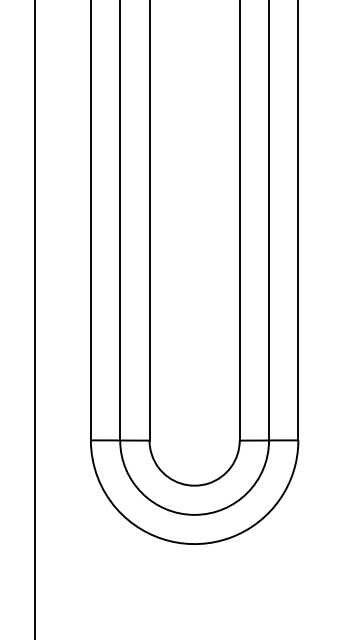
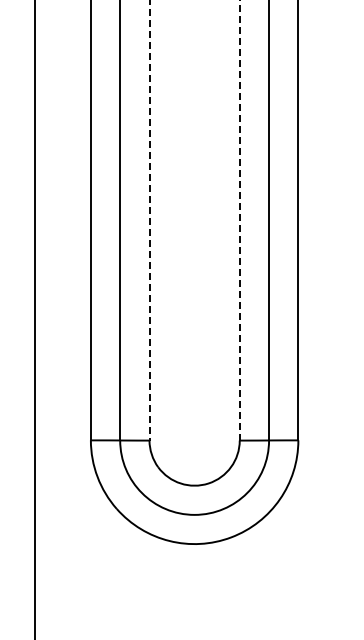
line at (239, 220): solid -> dashed
line at (149, 221): solid -> dashed
